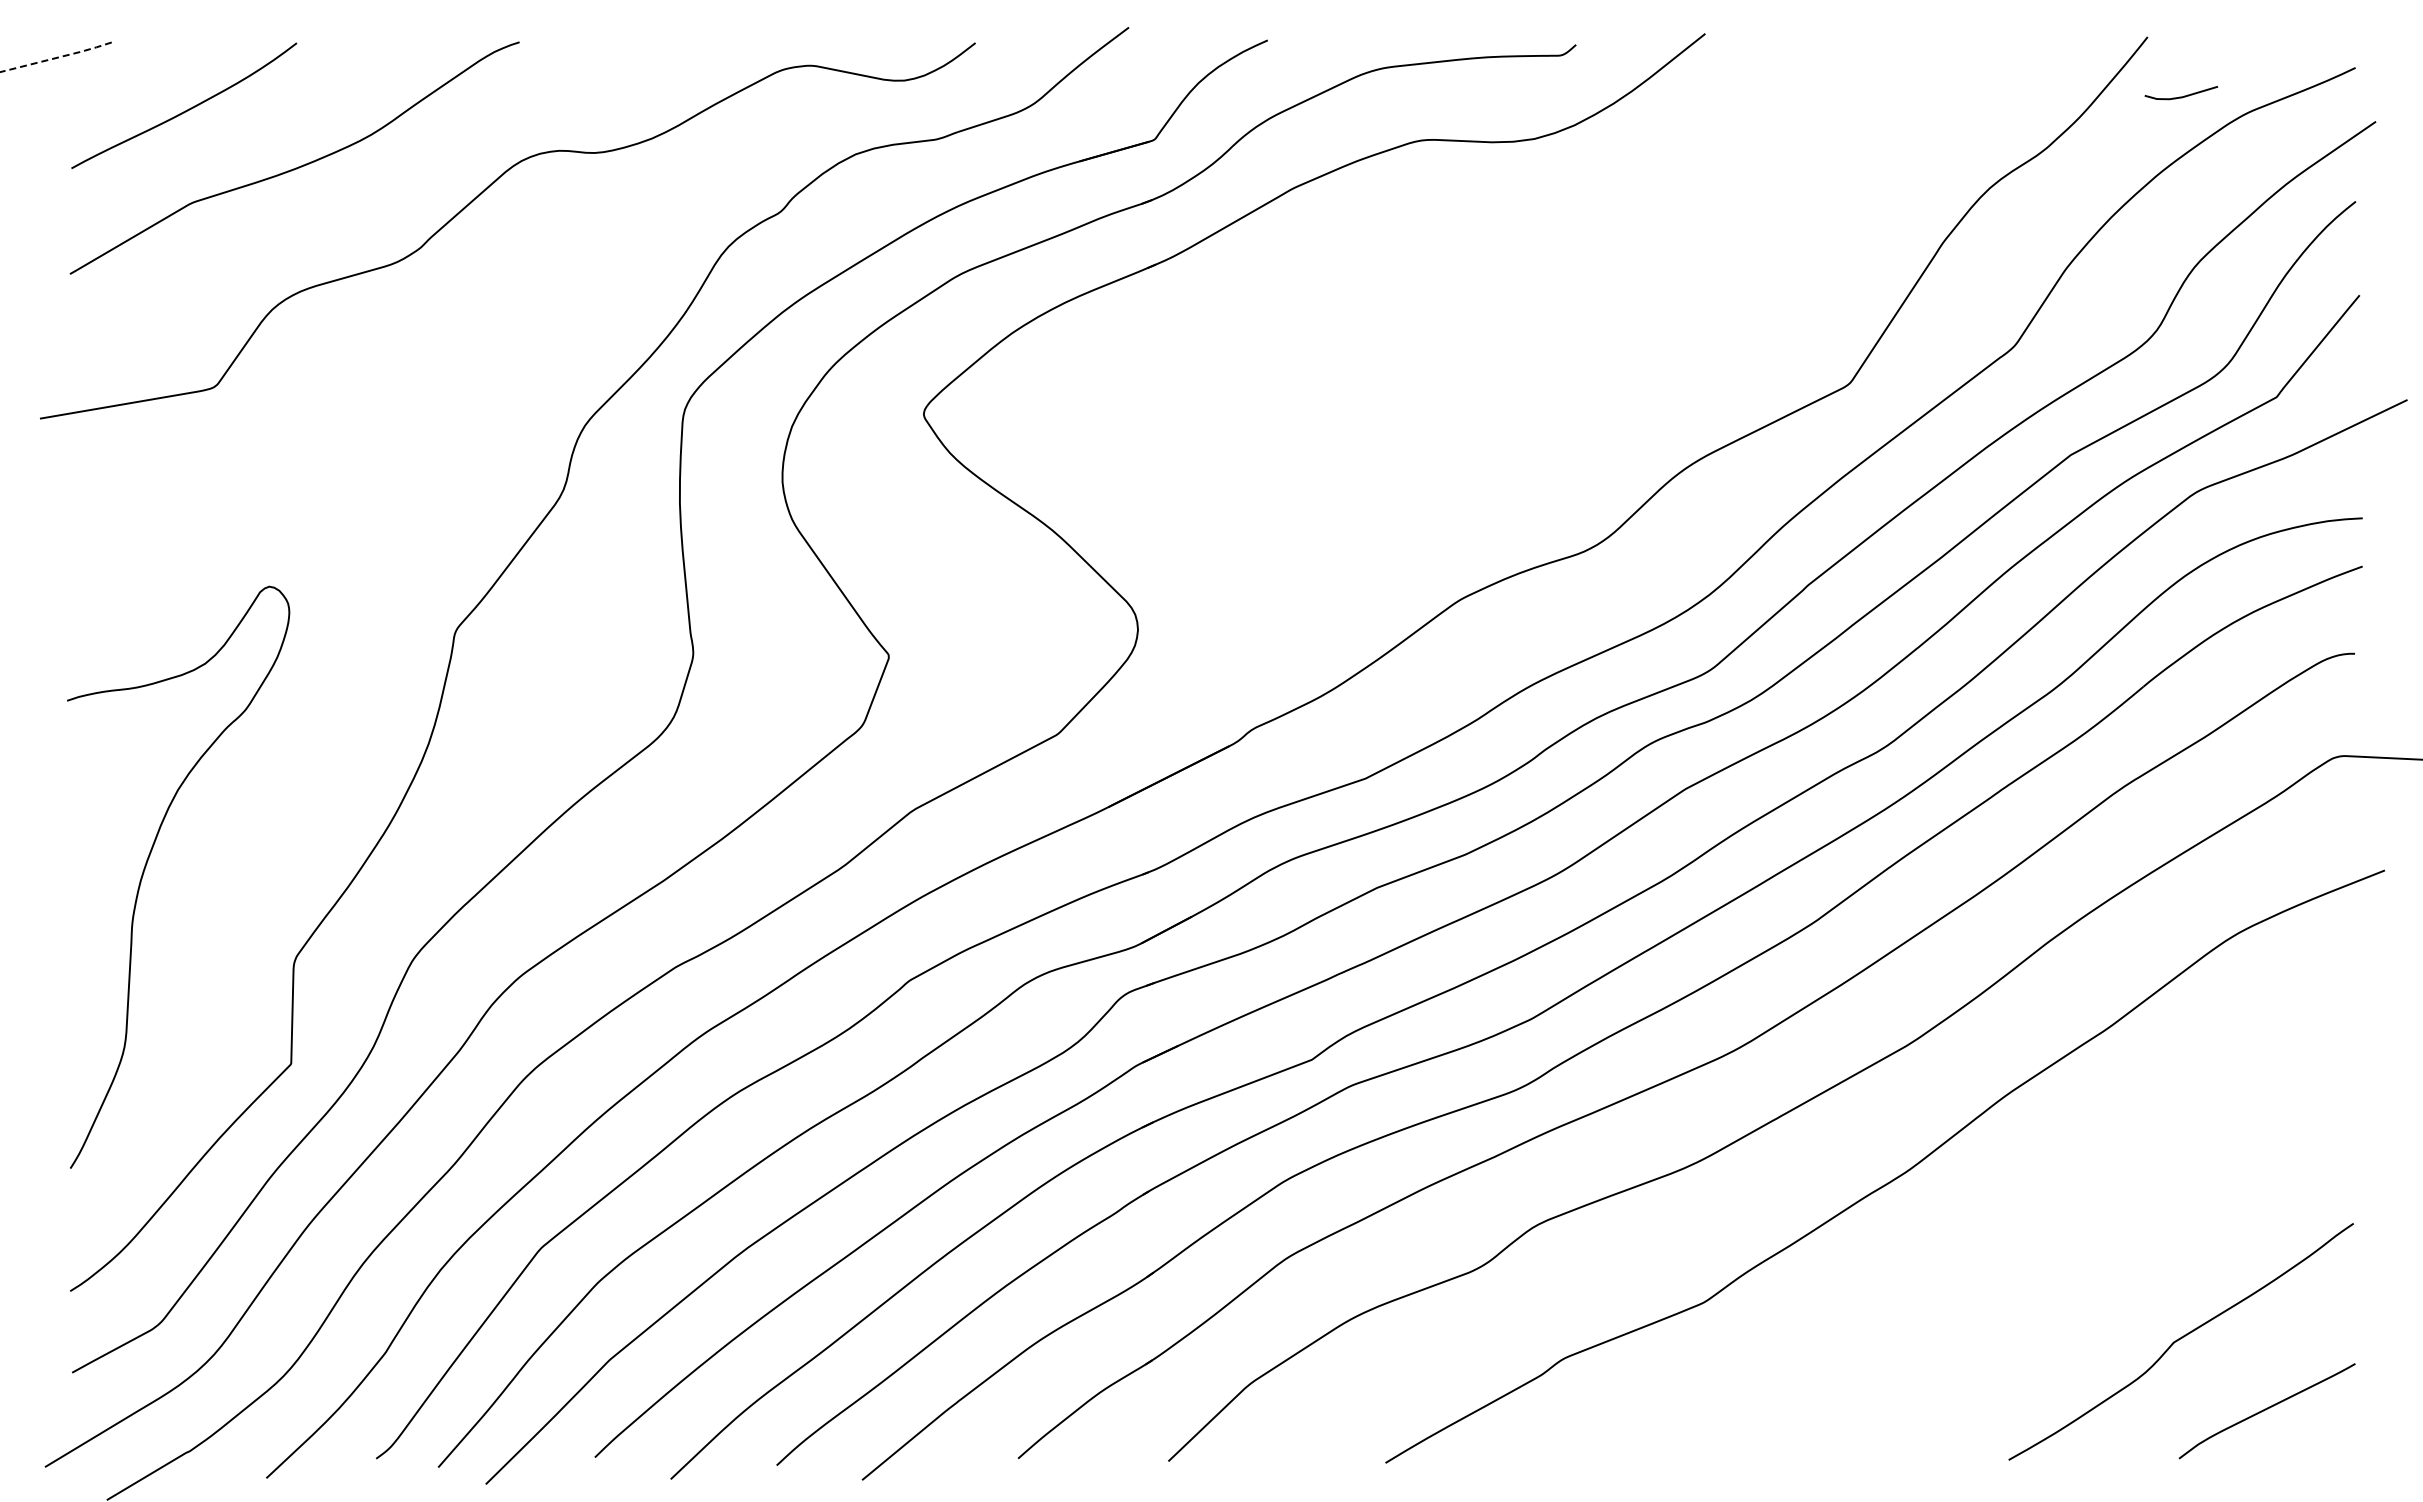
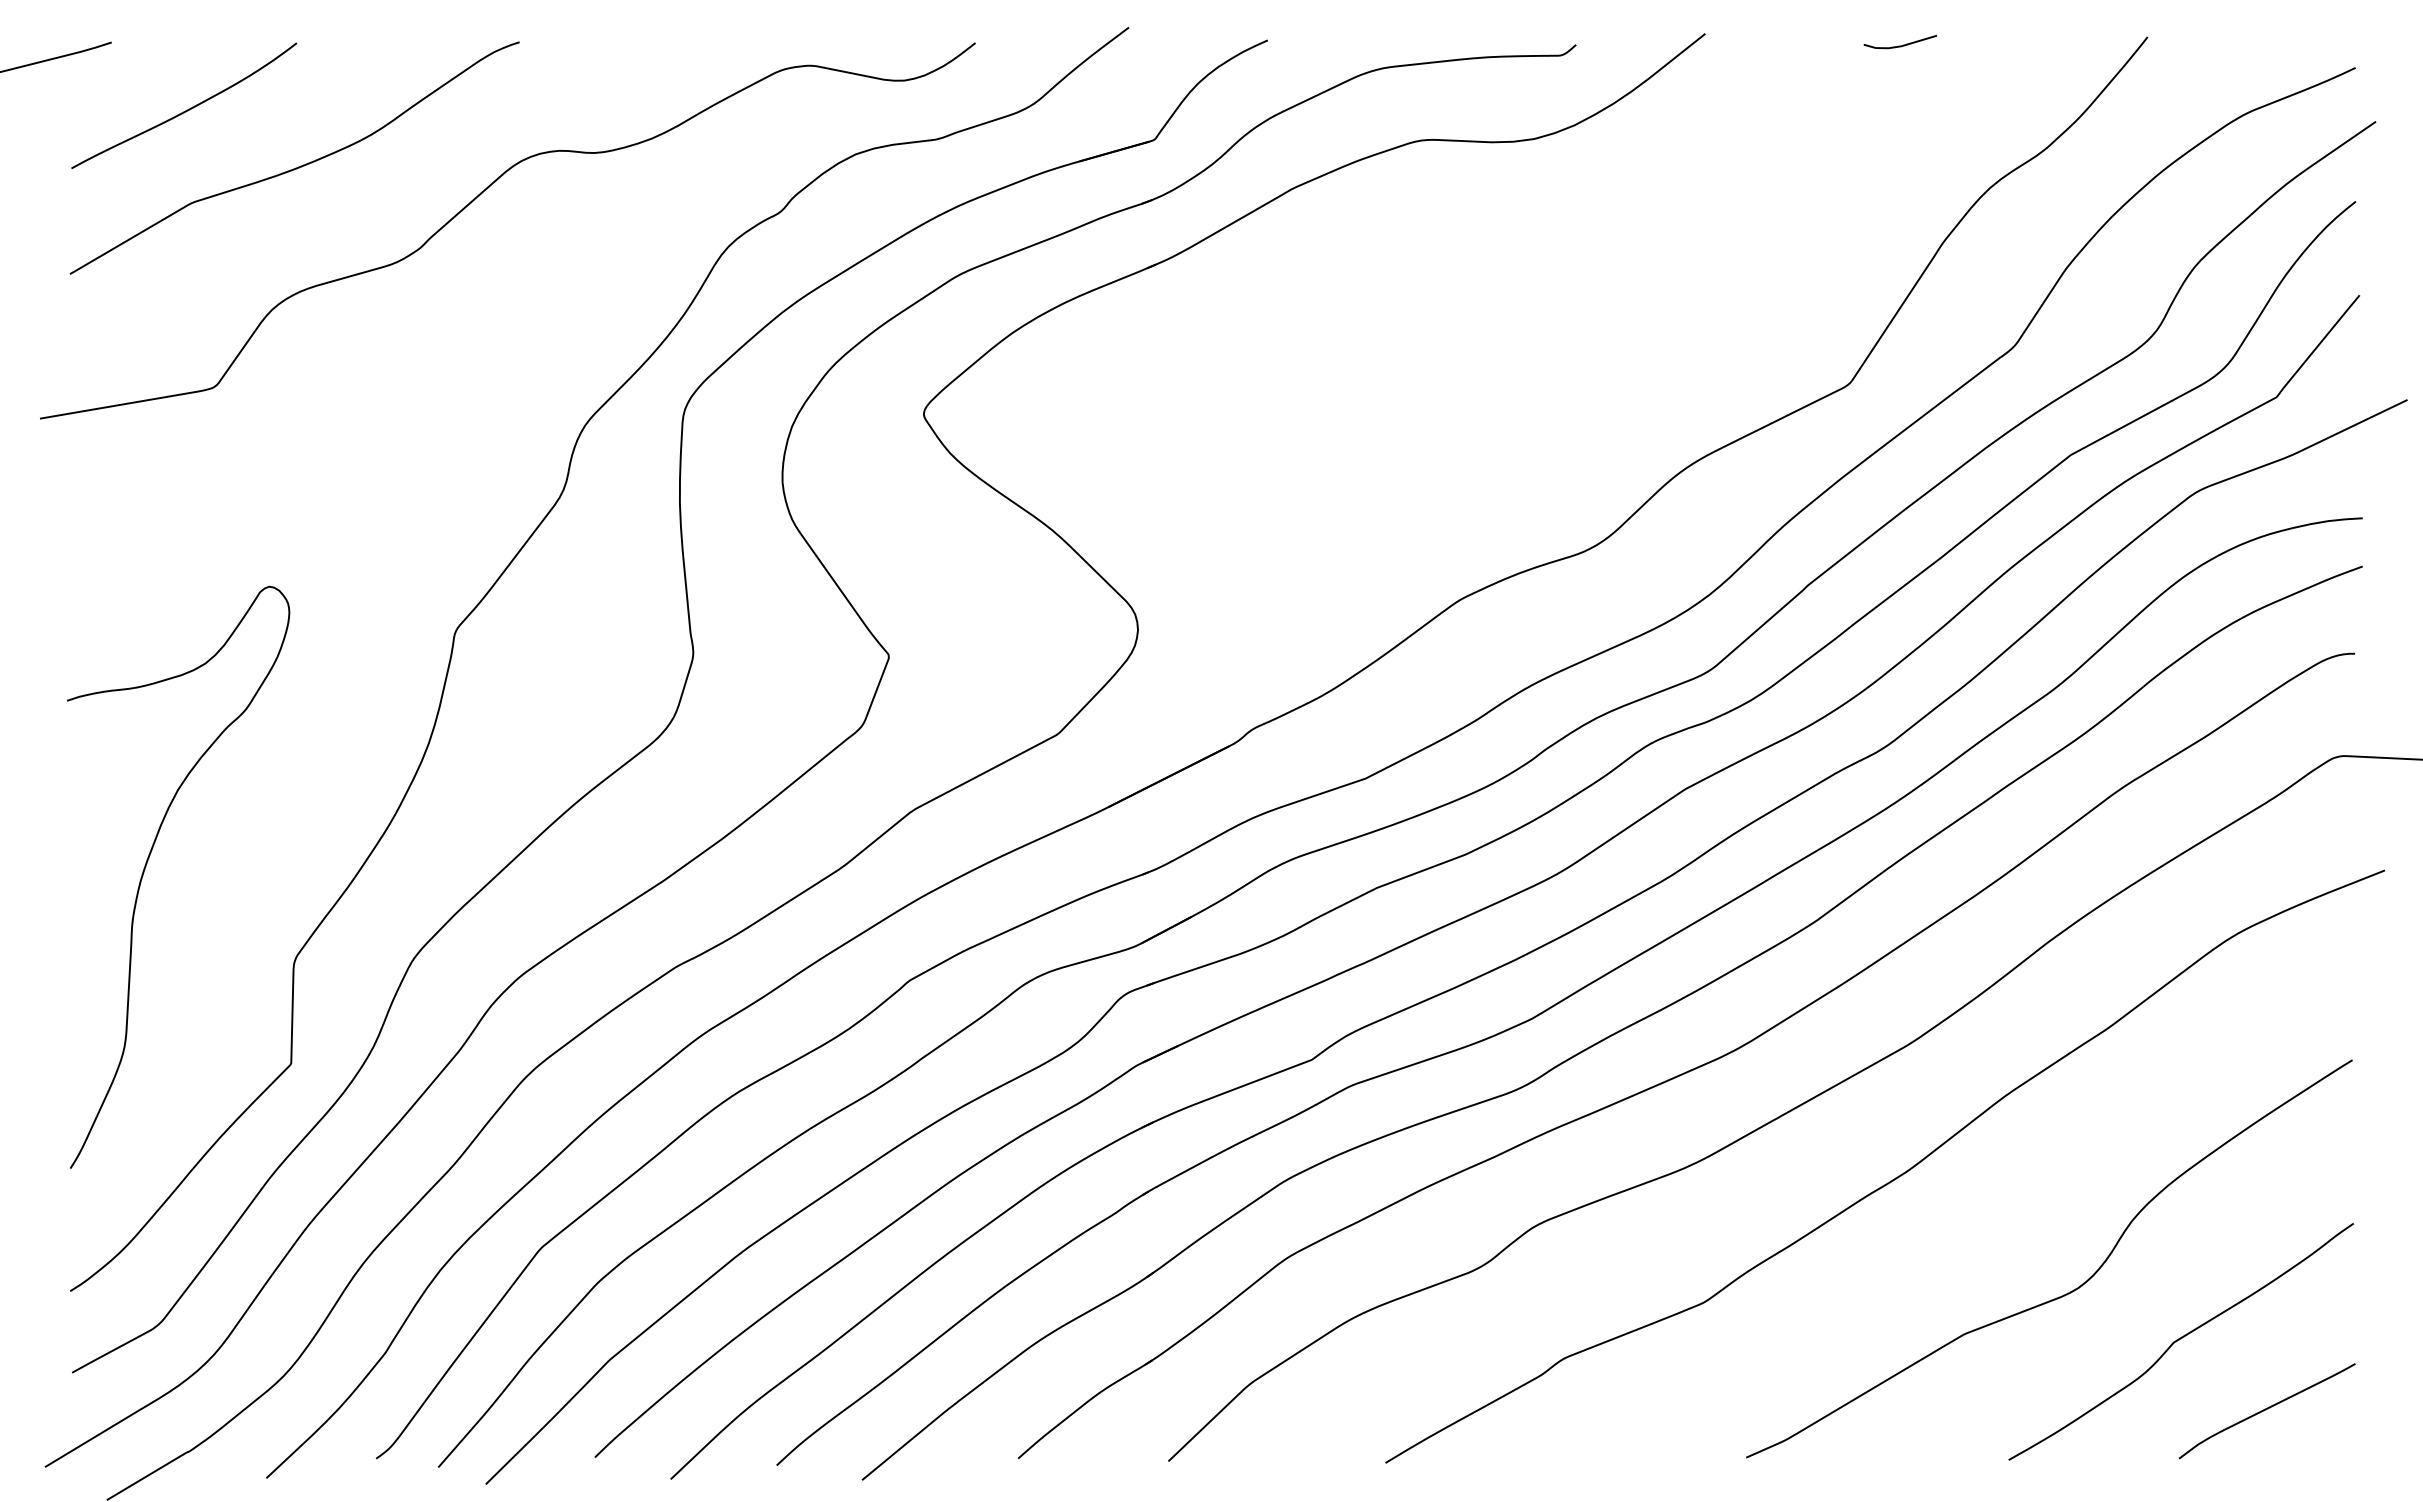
line at (57, 57): dashed -> solid
line at (2181, 96) position: (2181, 96) -> (1900, 45)
curve at (2063, 1294): none -> present
